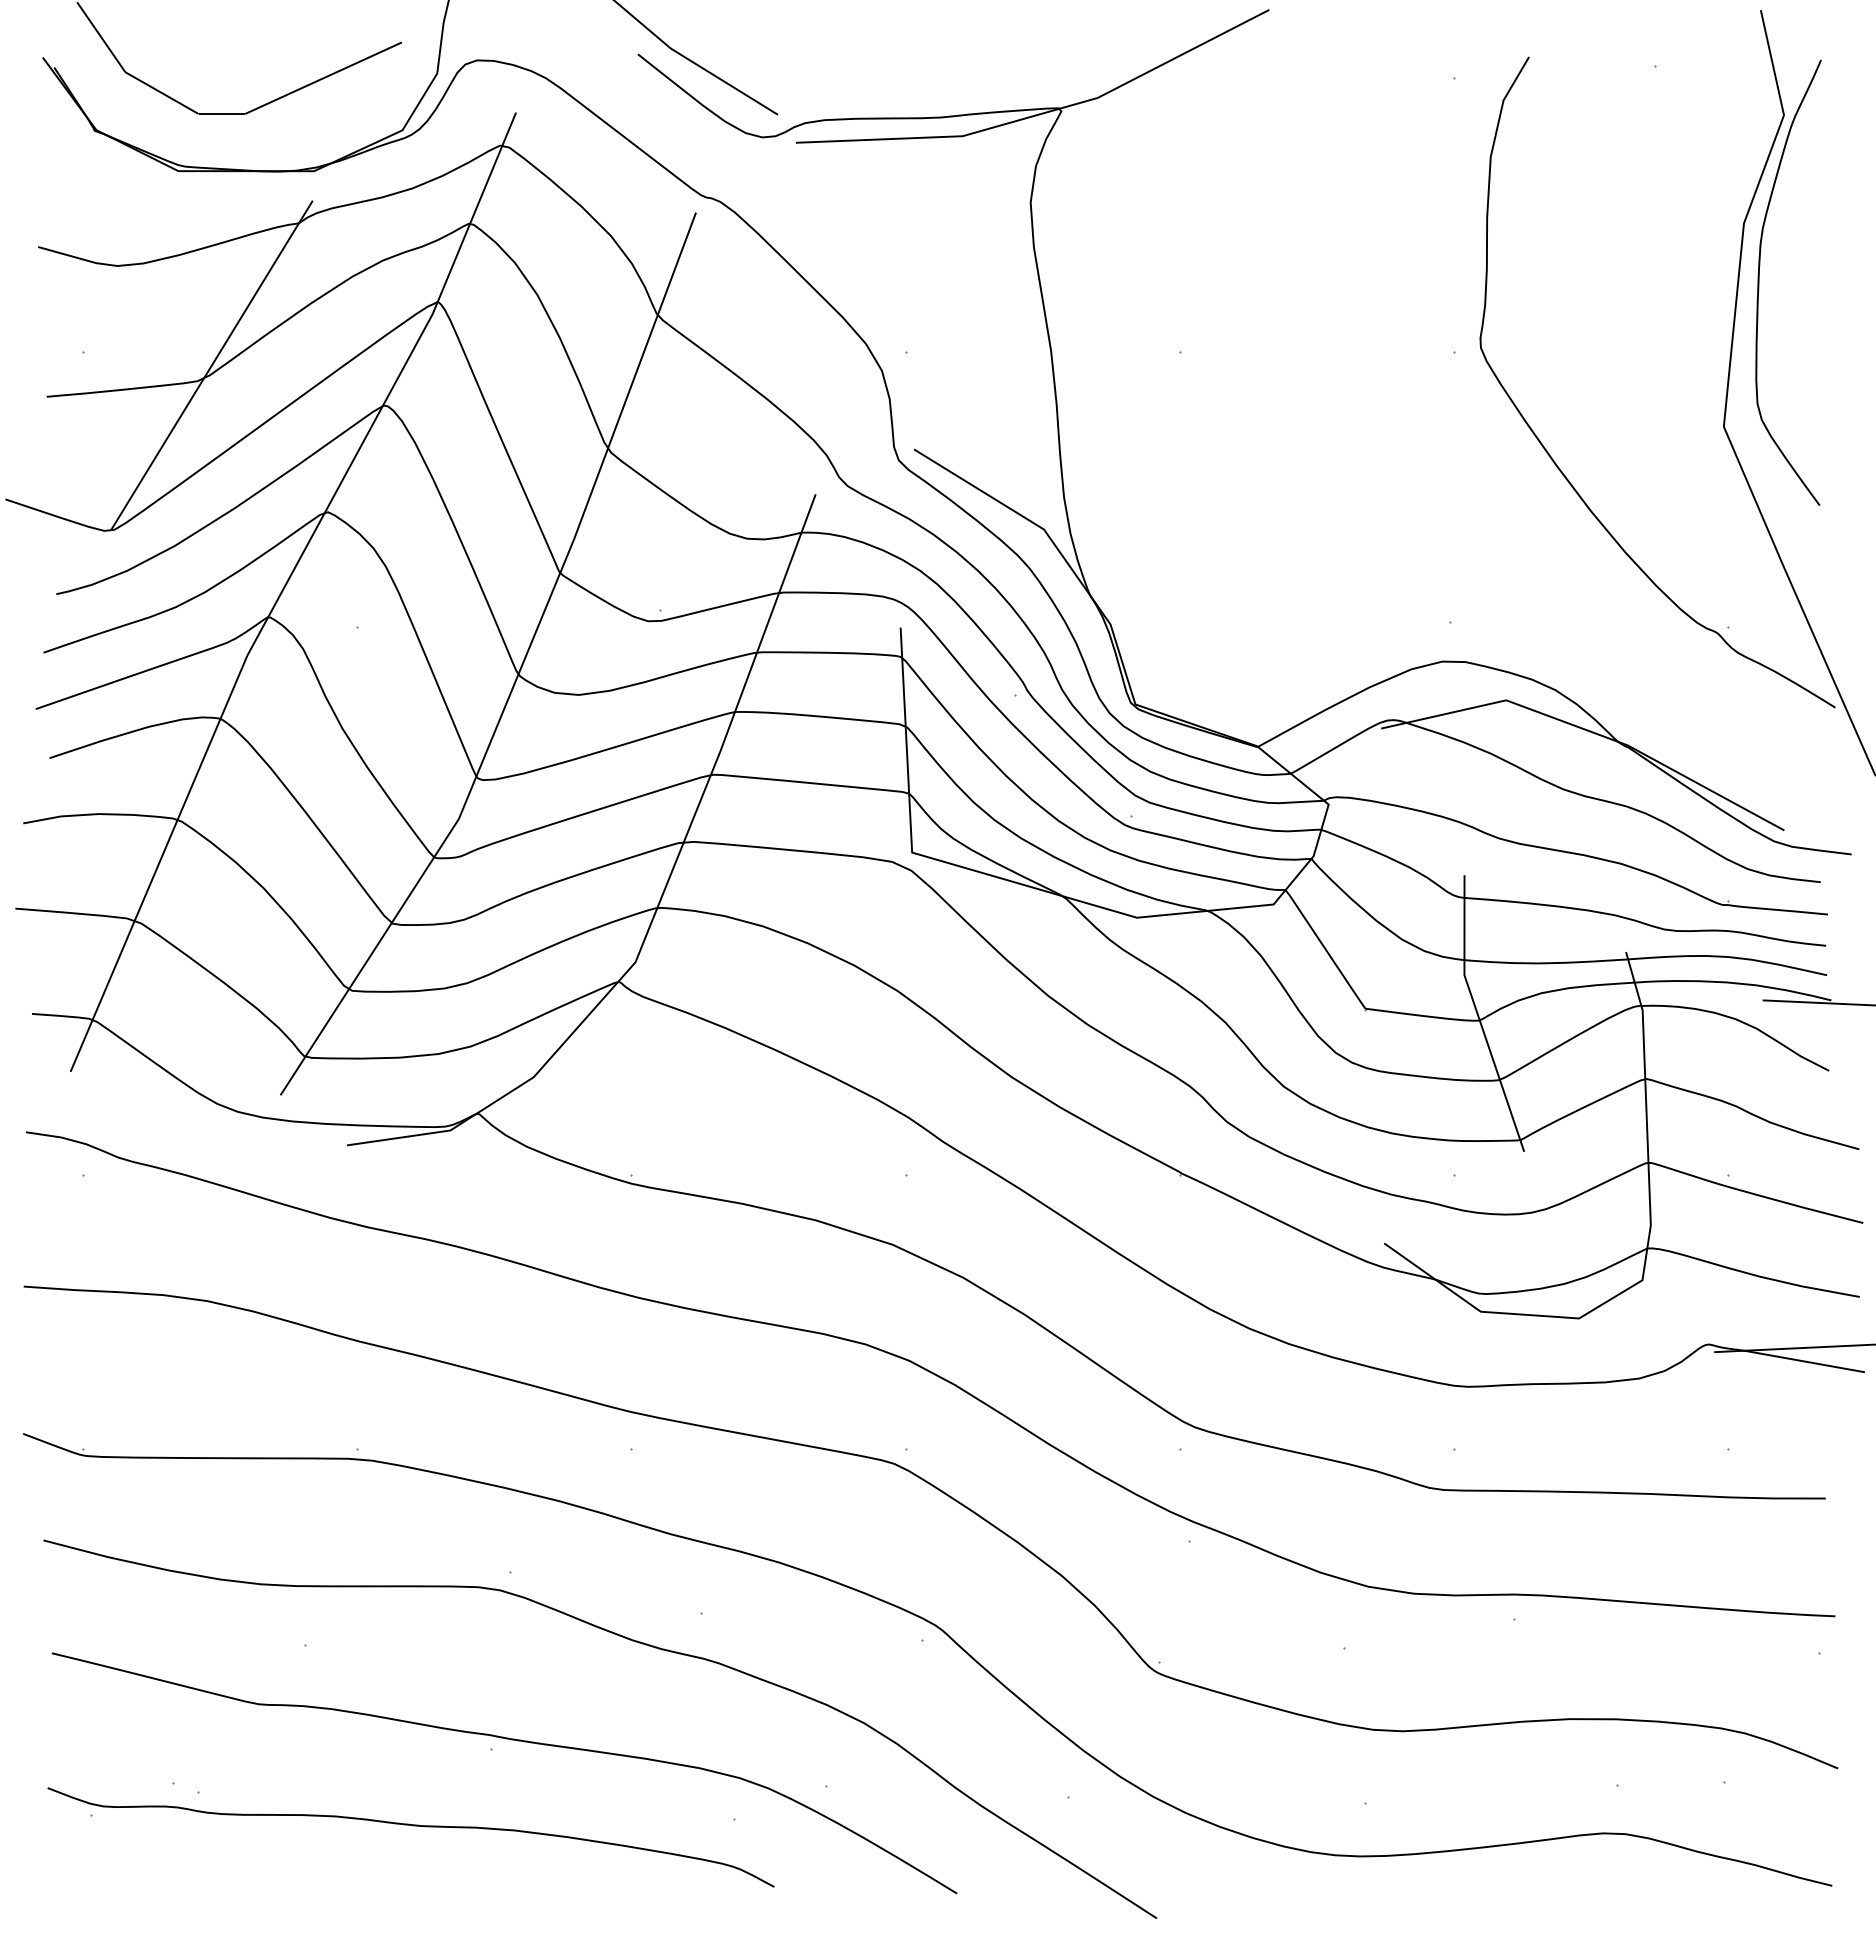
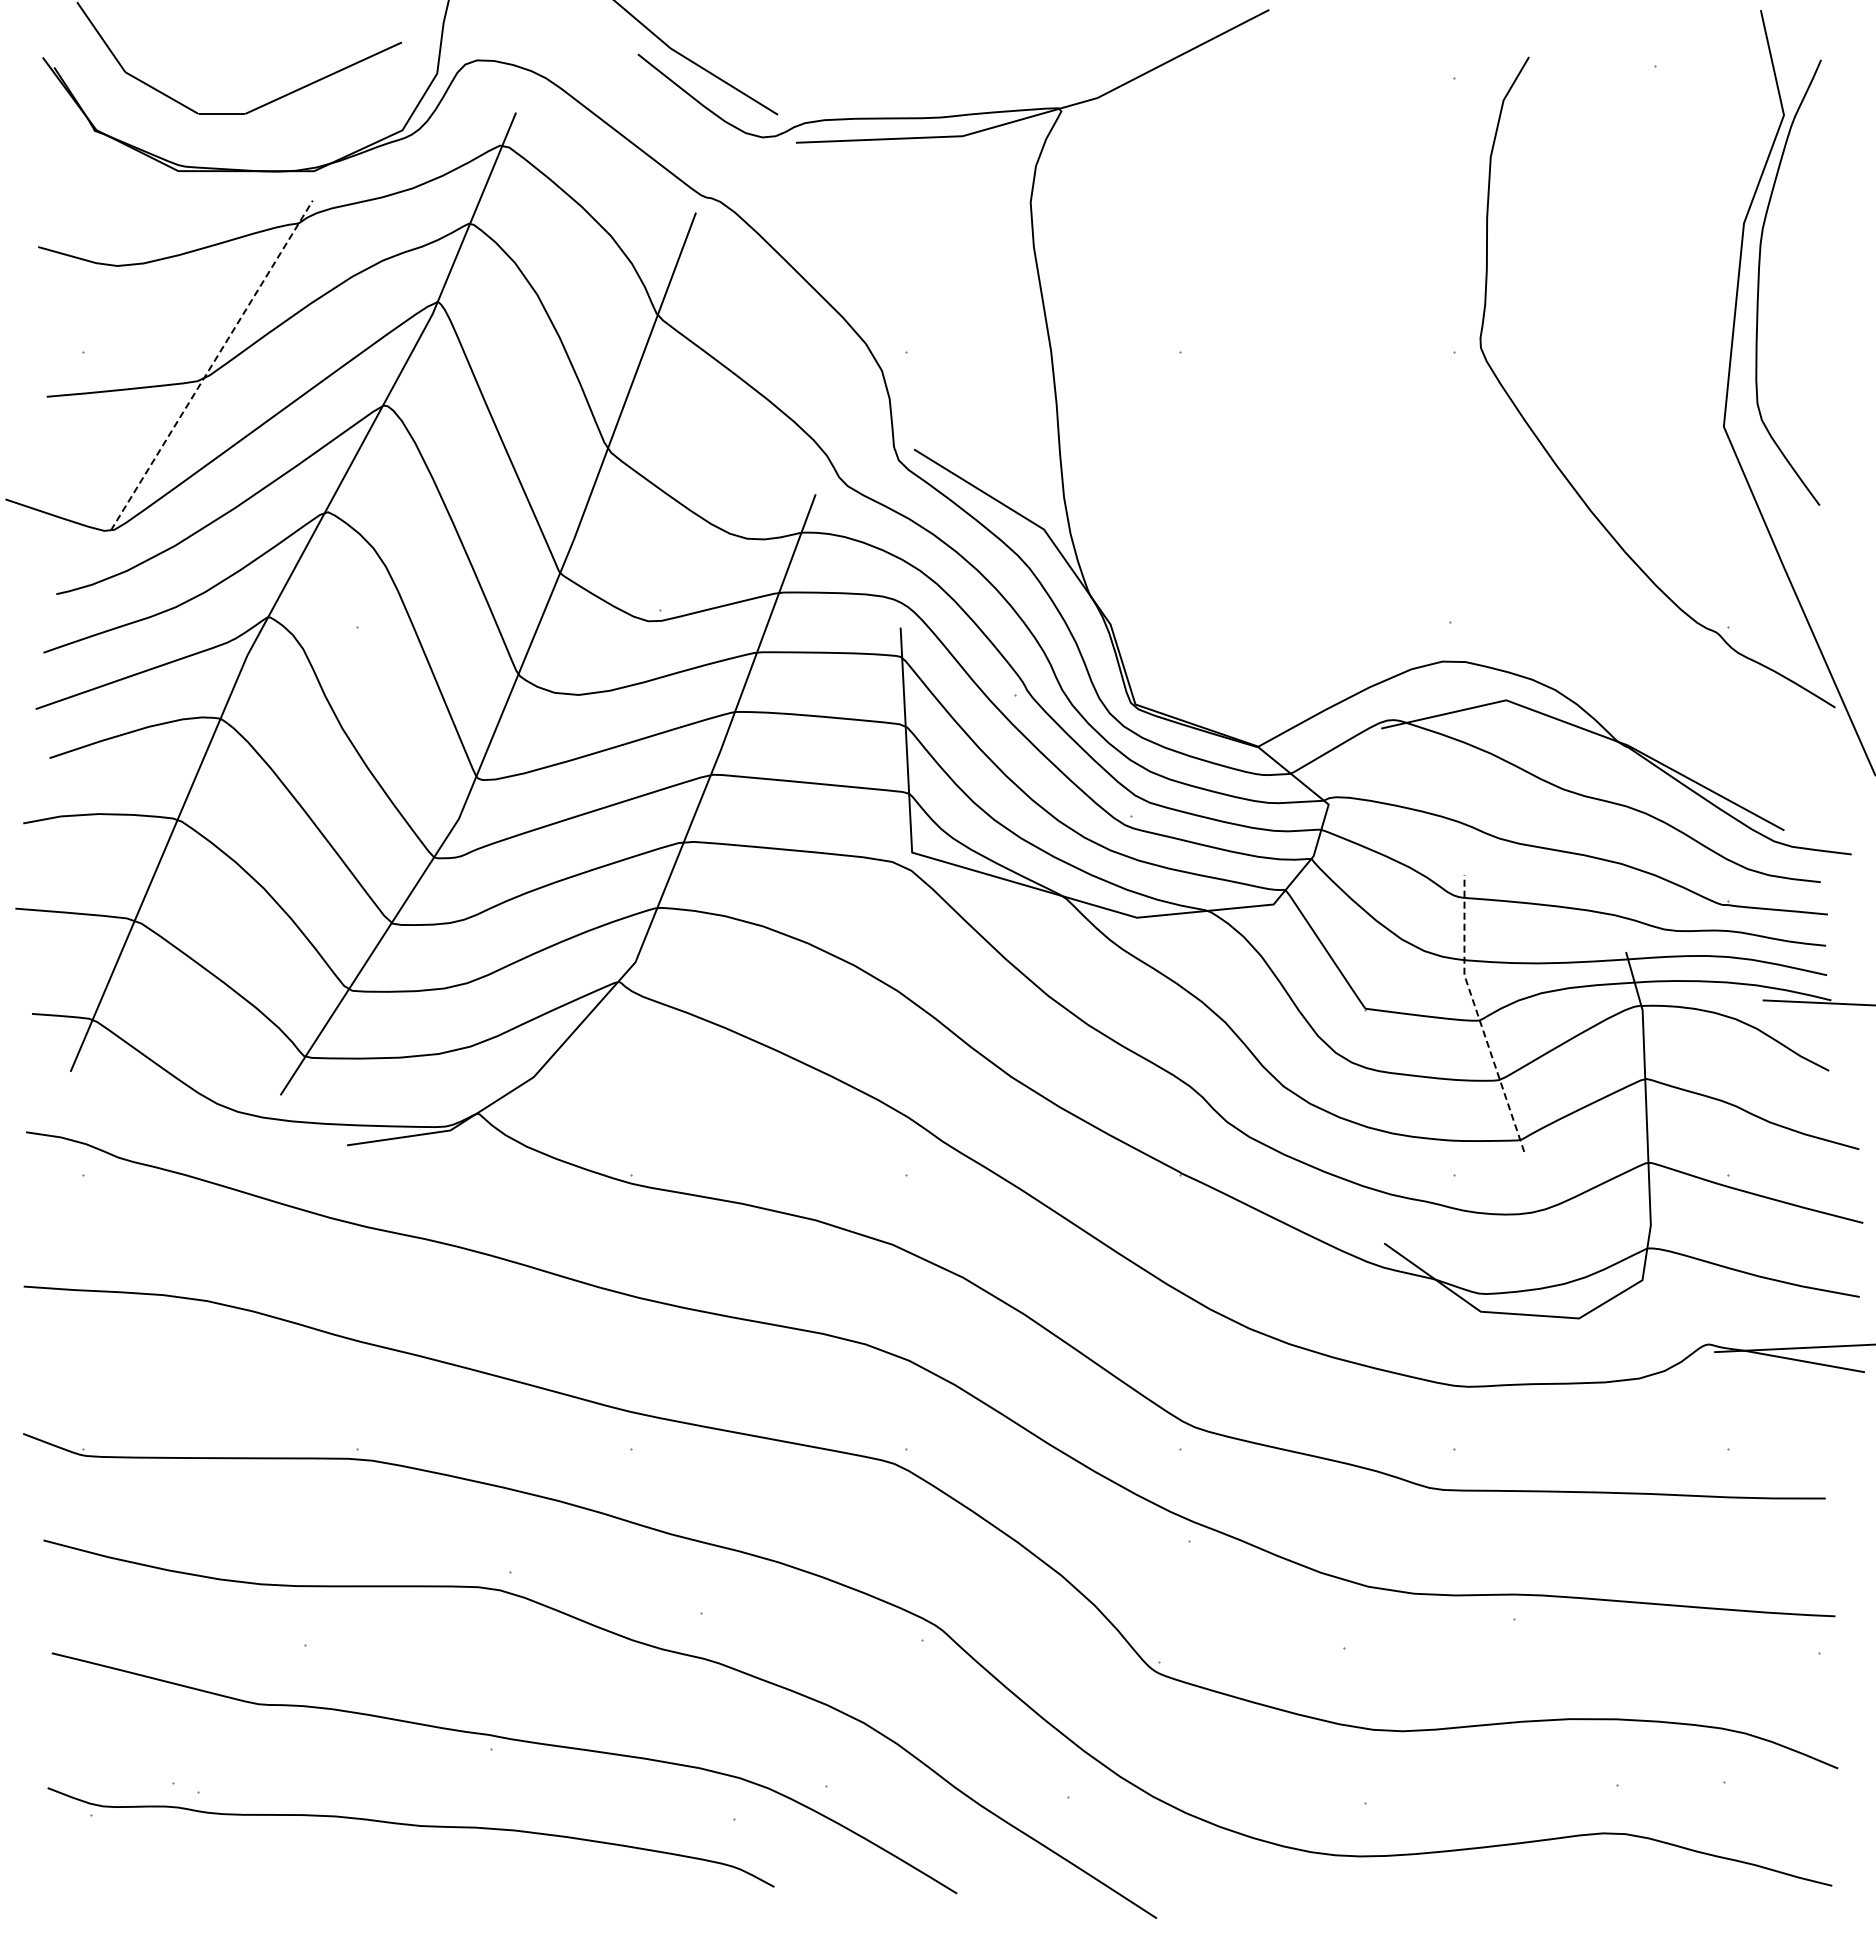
line at (212, 365): solid -> dashed
line at (1478, 1015): solid -> dashed
